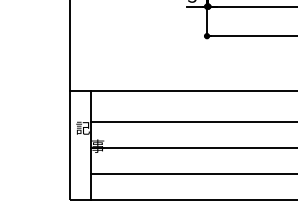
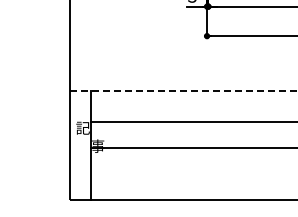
line at (183, 91): solid -> dashed
line at (192, 173): present -> none
